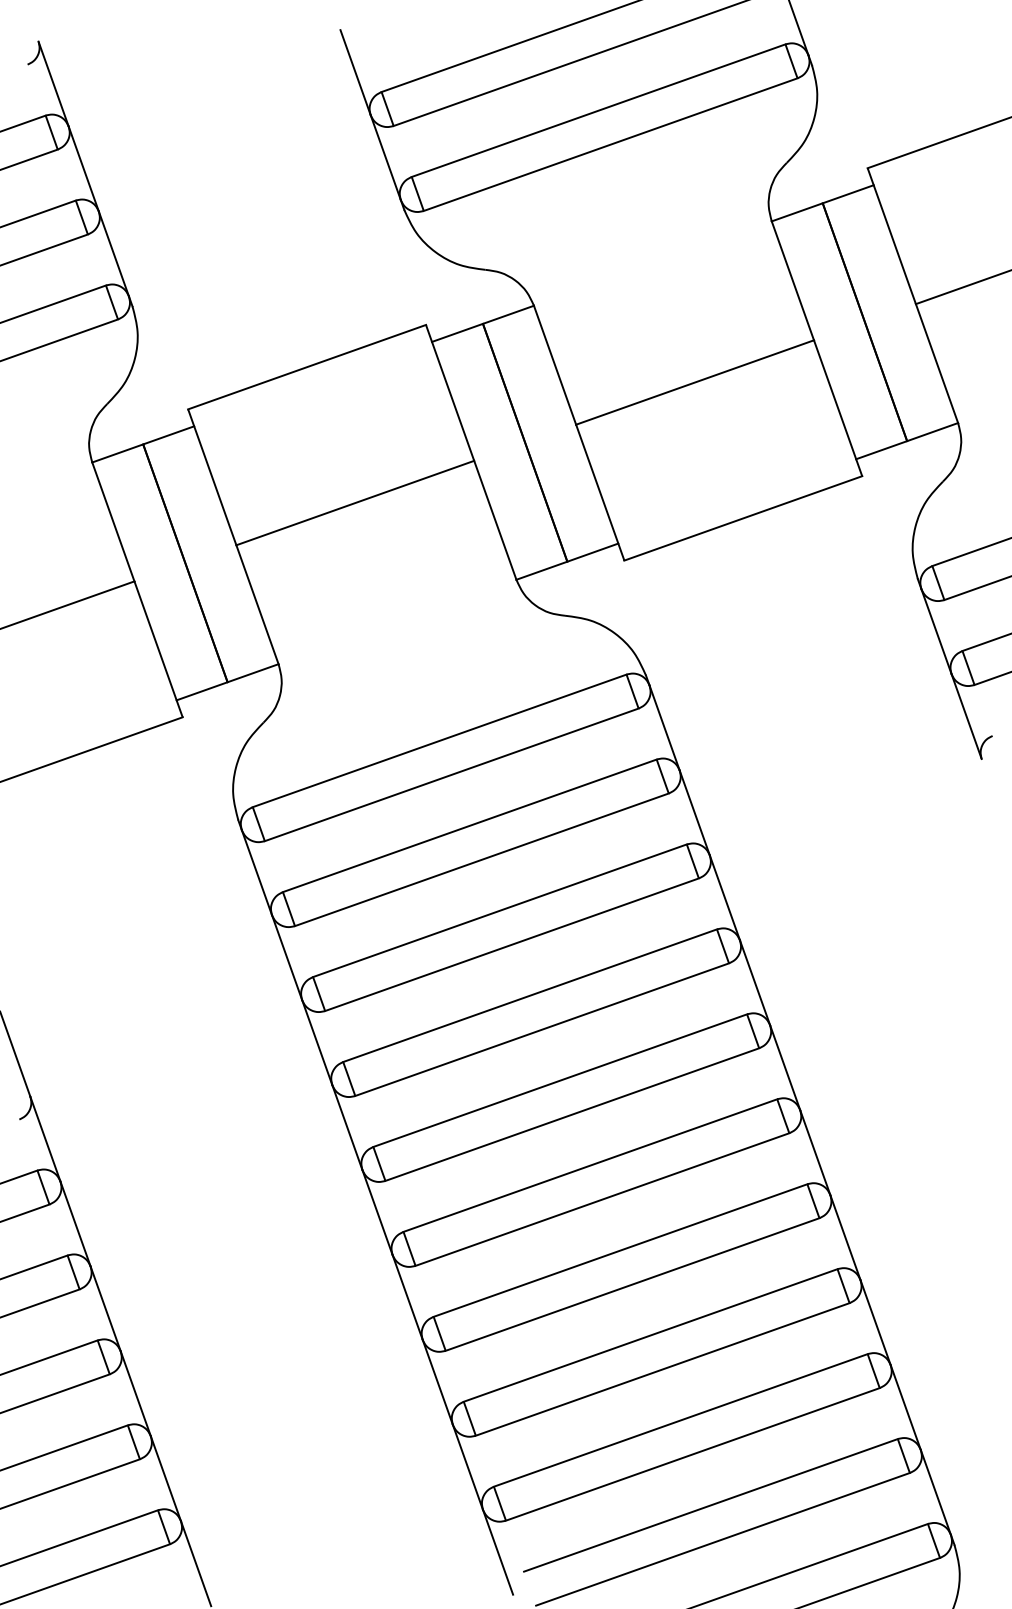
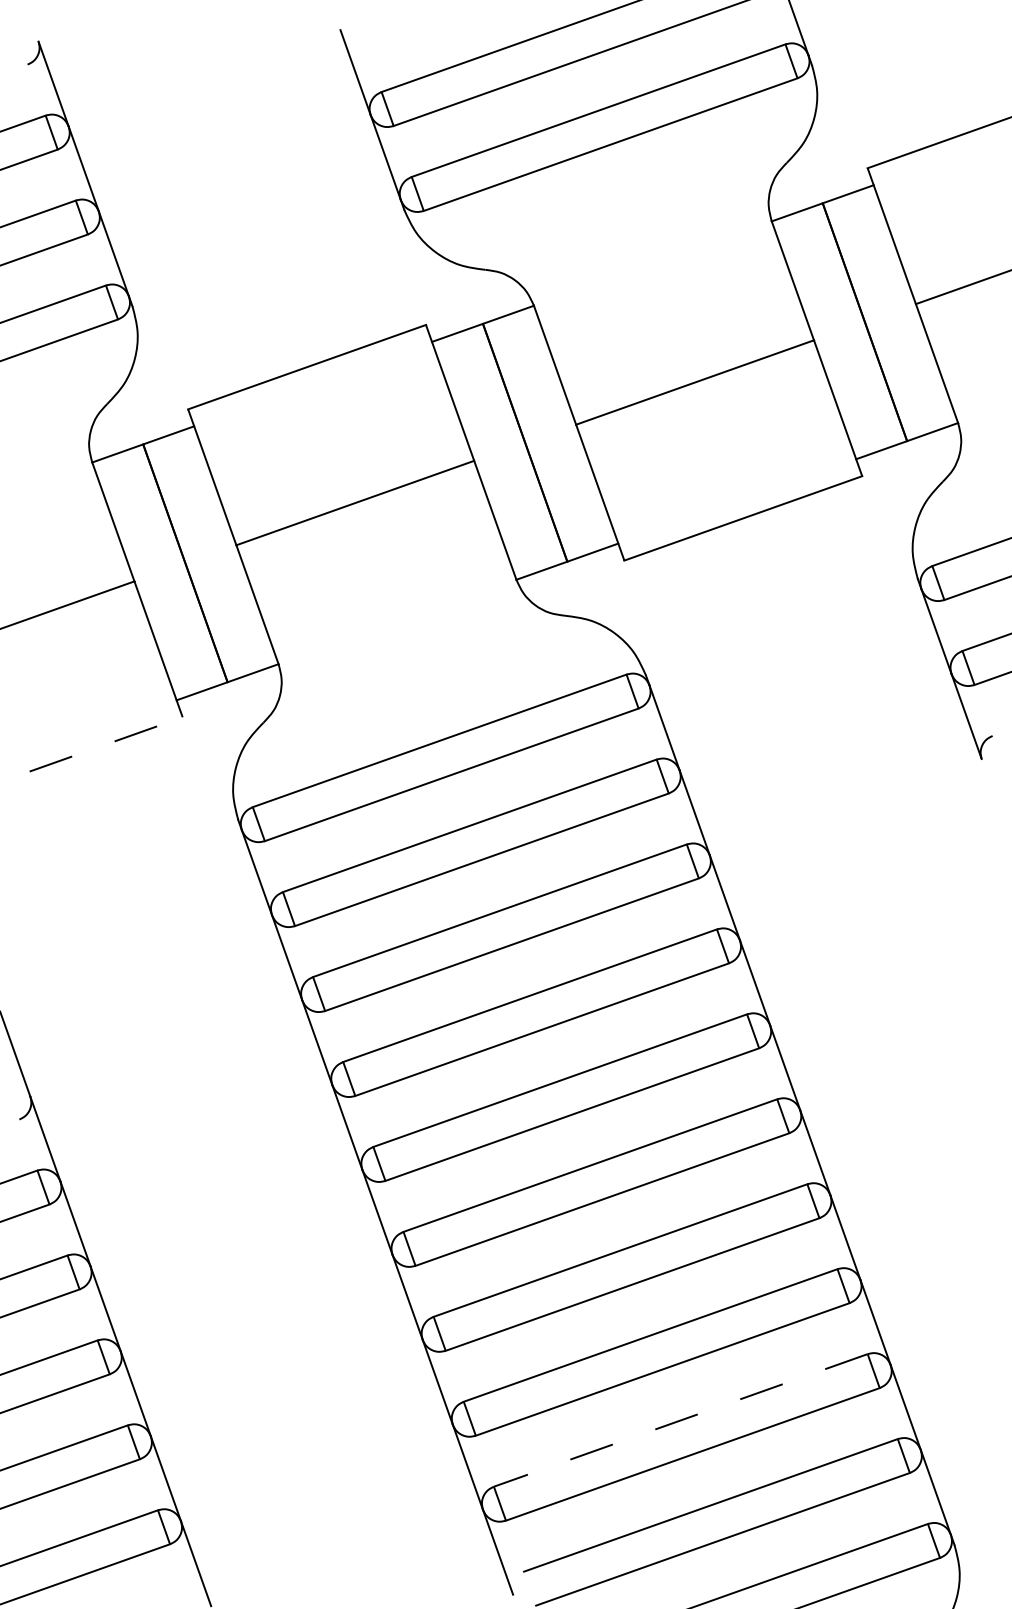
line at (91, 749): solid -> dashed
line at (680, 1420): solid -> dashed
